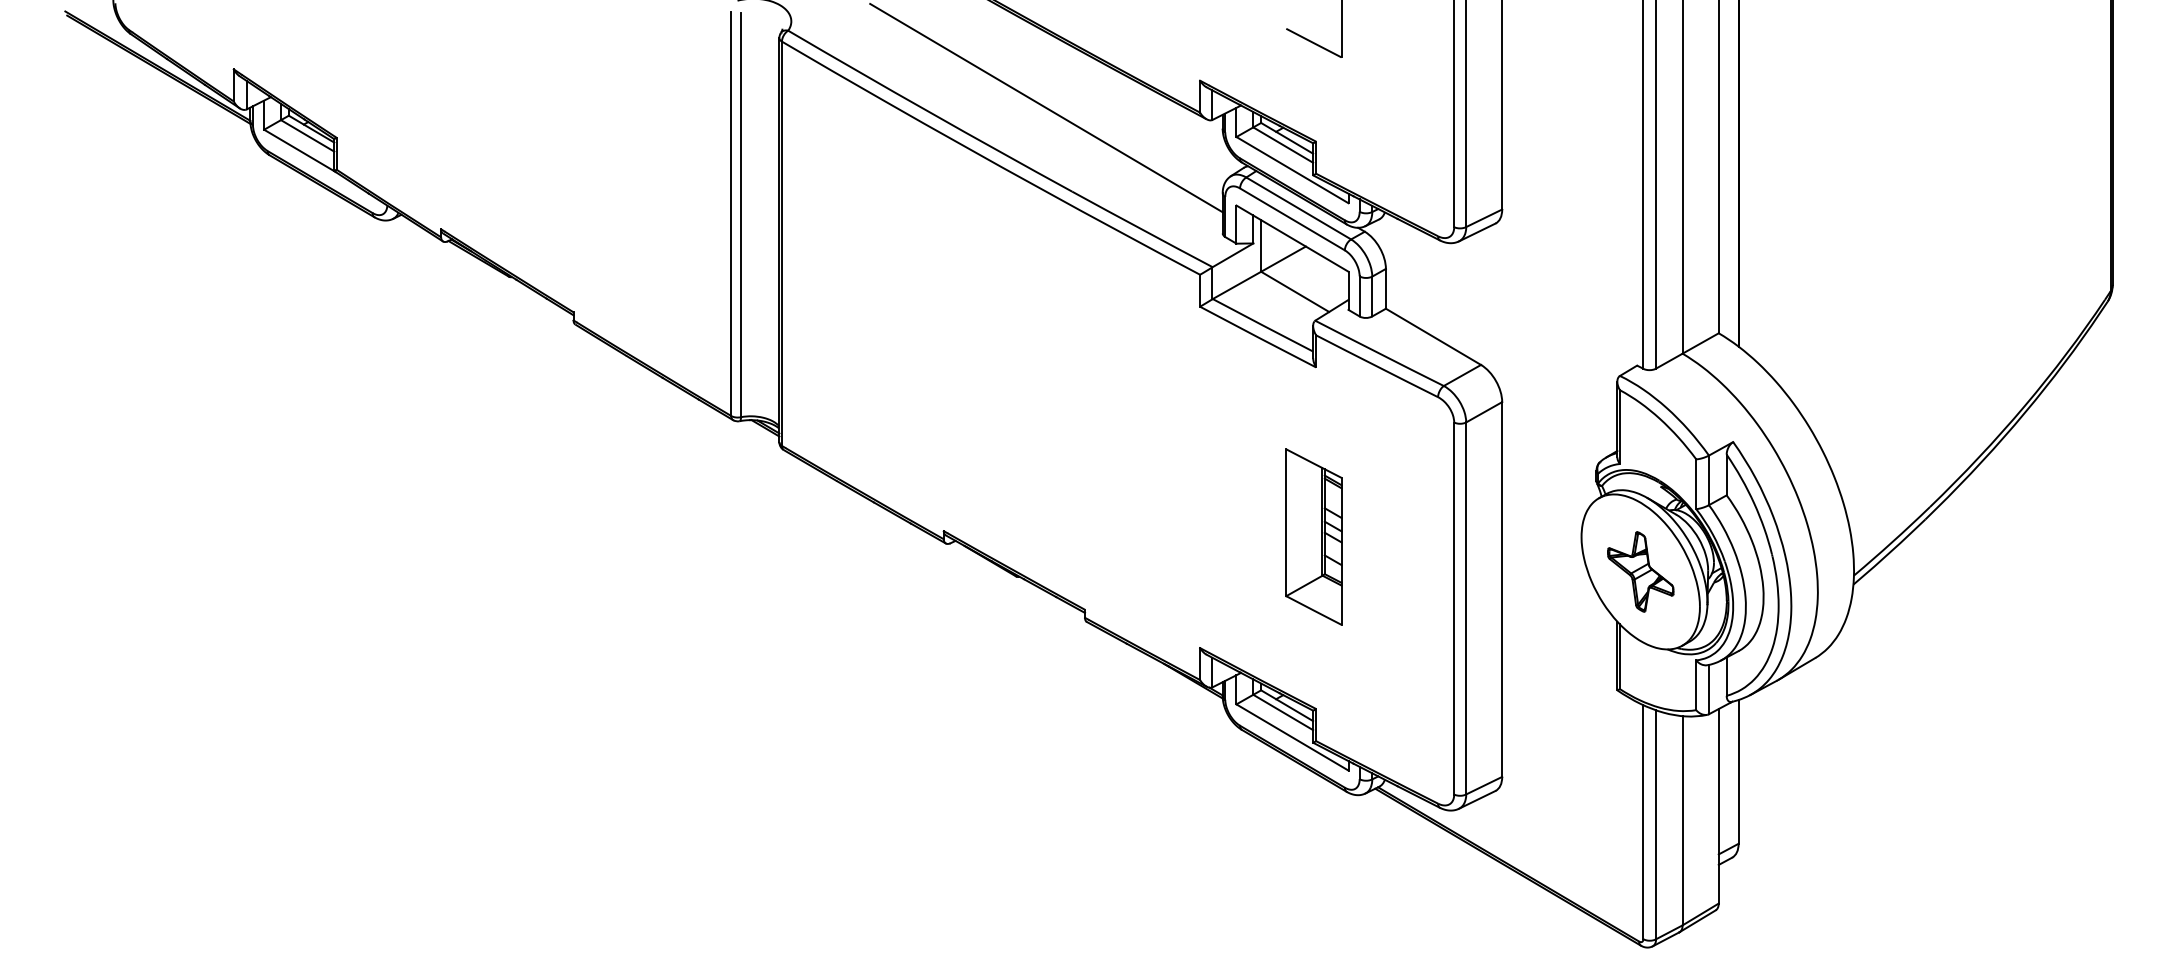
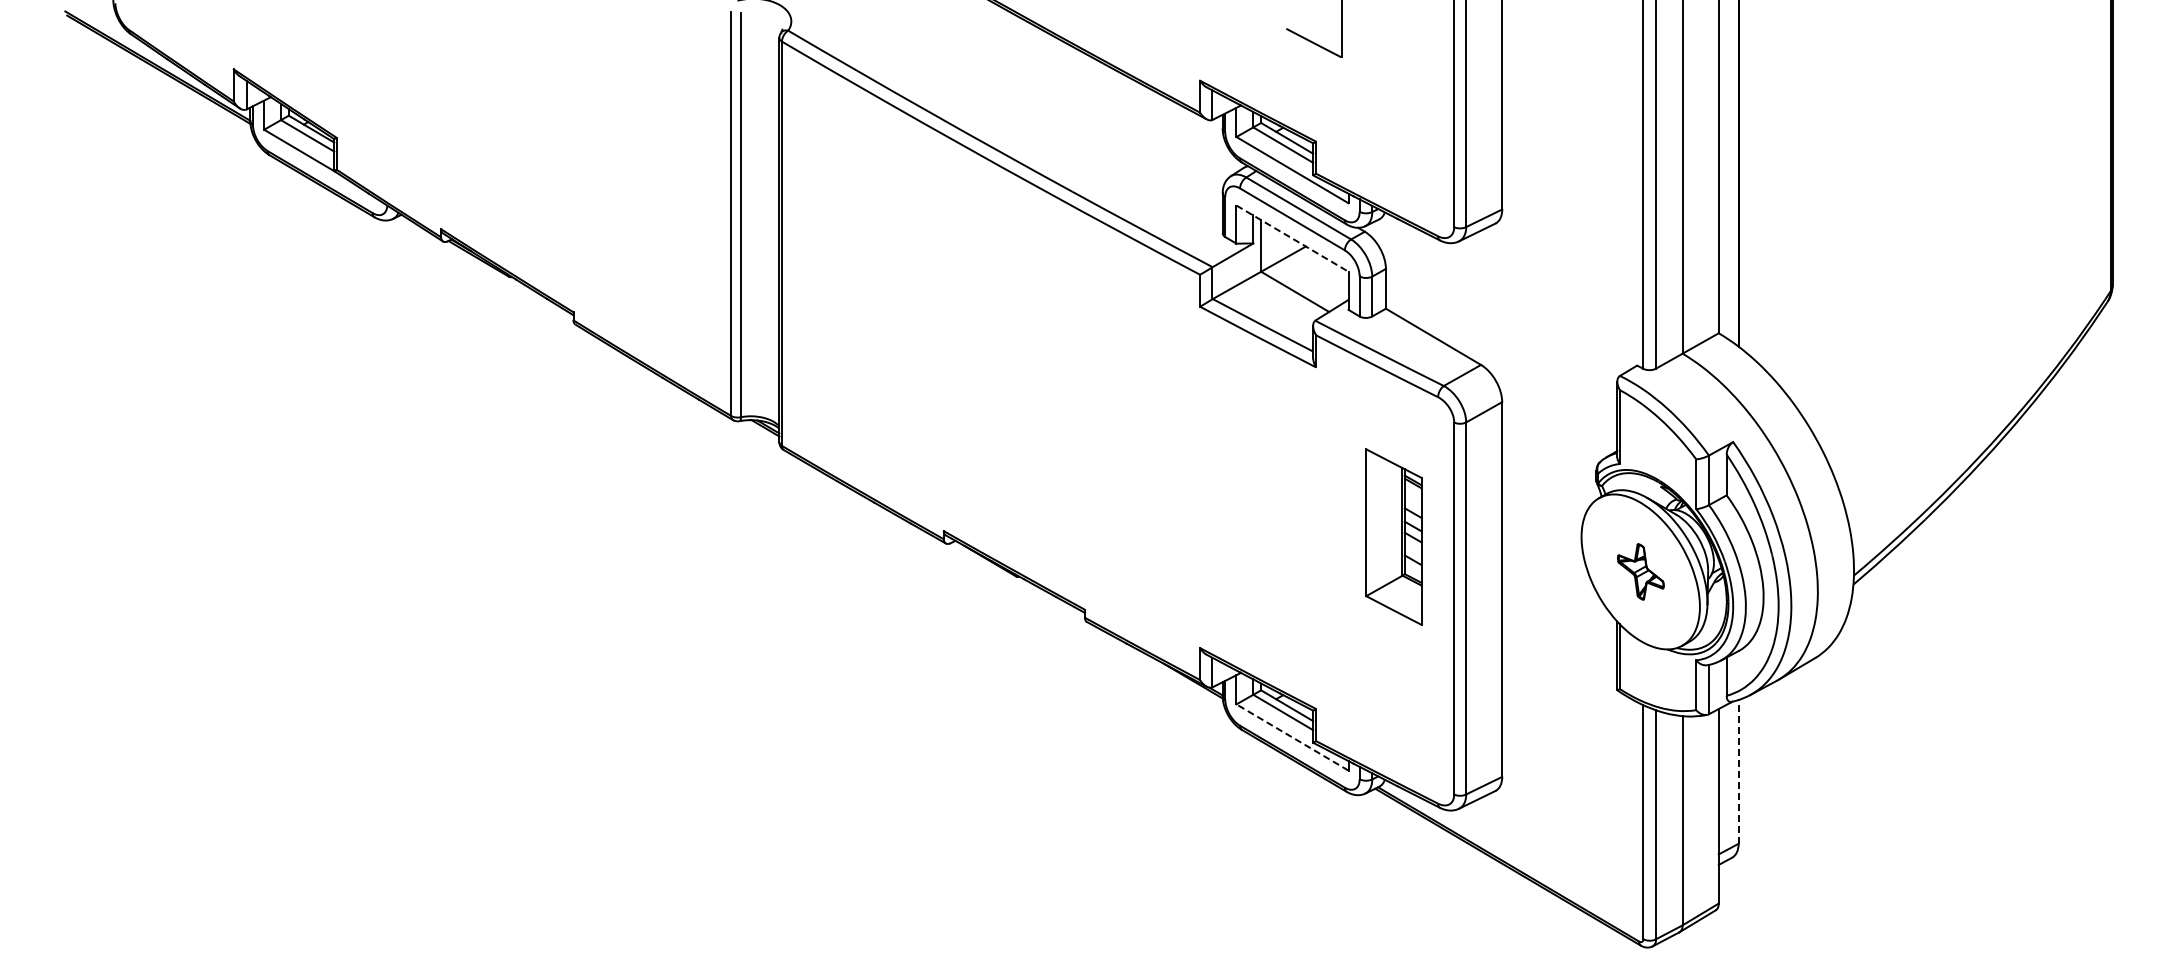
line at (1046, 107): present -> none
line at (1292, 238): solid -> dashed
part at (1313, 536) position: (1313, 536) -> (1393, 536)
part at (1640, 571) size: 68x82 px -> 48x58 px
line at (1292, 737): solid -> dashed
line at (1738, 771): solid -> dashed
